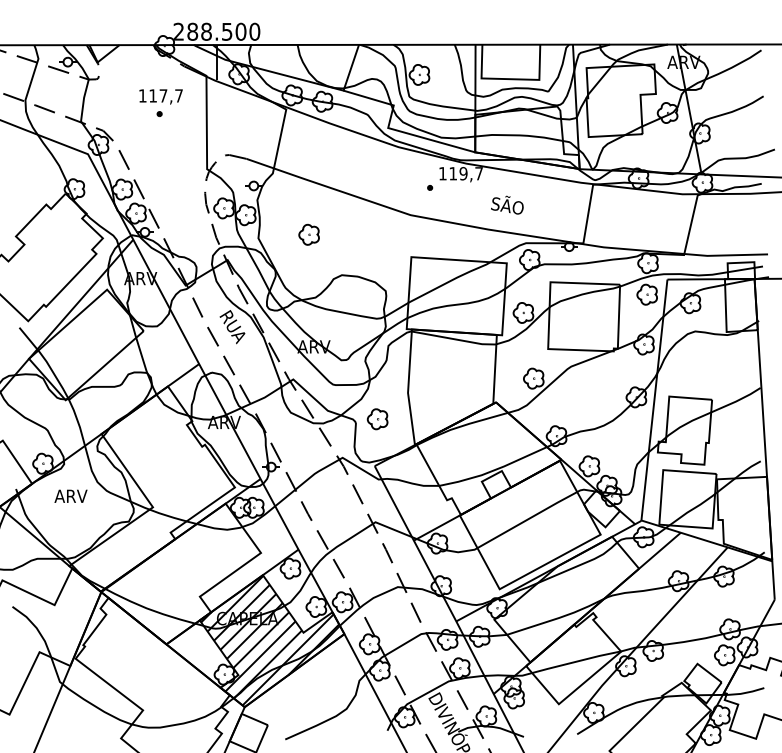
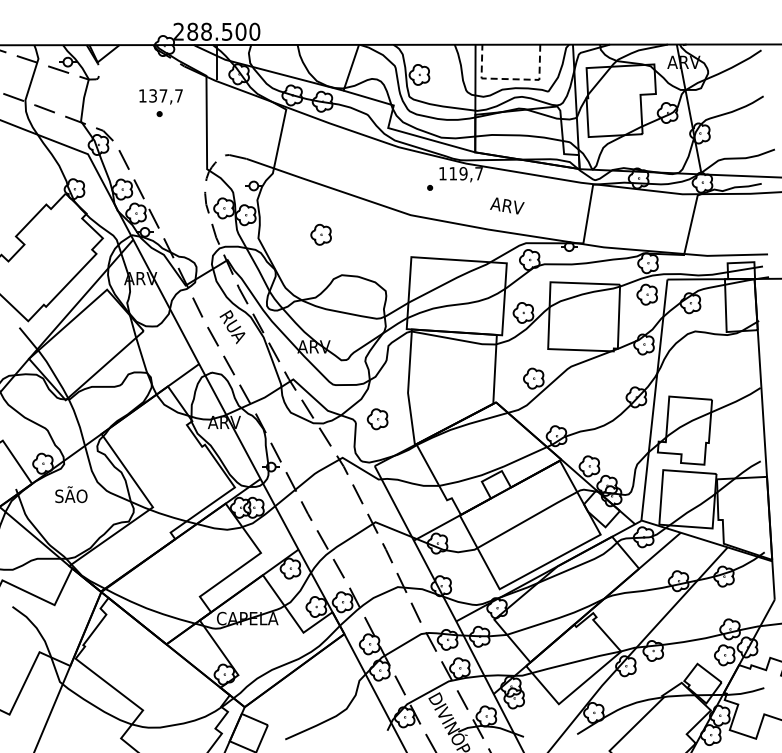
line at (511, 79): solid -> dashed
text at (152, 95): 117,7 -> 137,7
text at (507, 204): SÃO -> ARV
part at (308, 234) position: (308, 234) -> (320, 234)
text at (70, 494): ARV -> SÃO
hatch at (270, 640): present -> none
